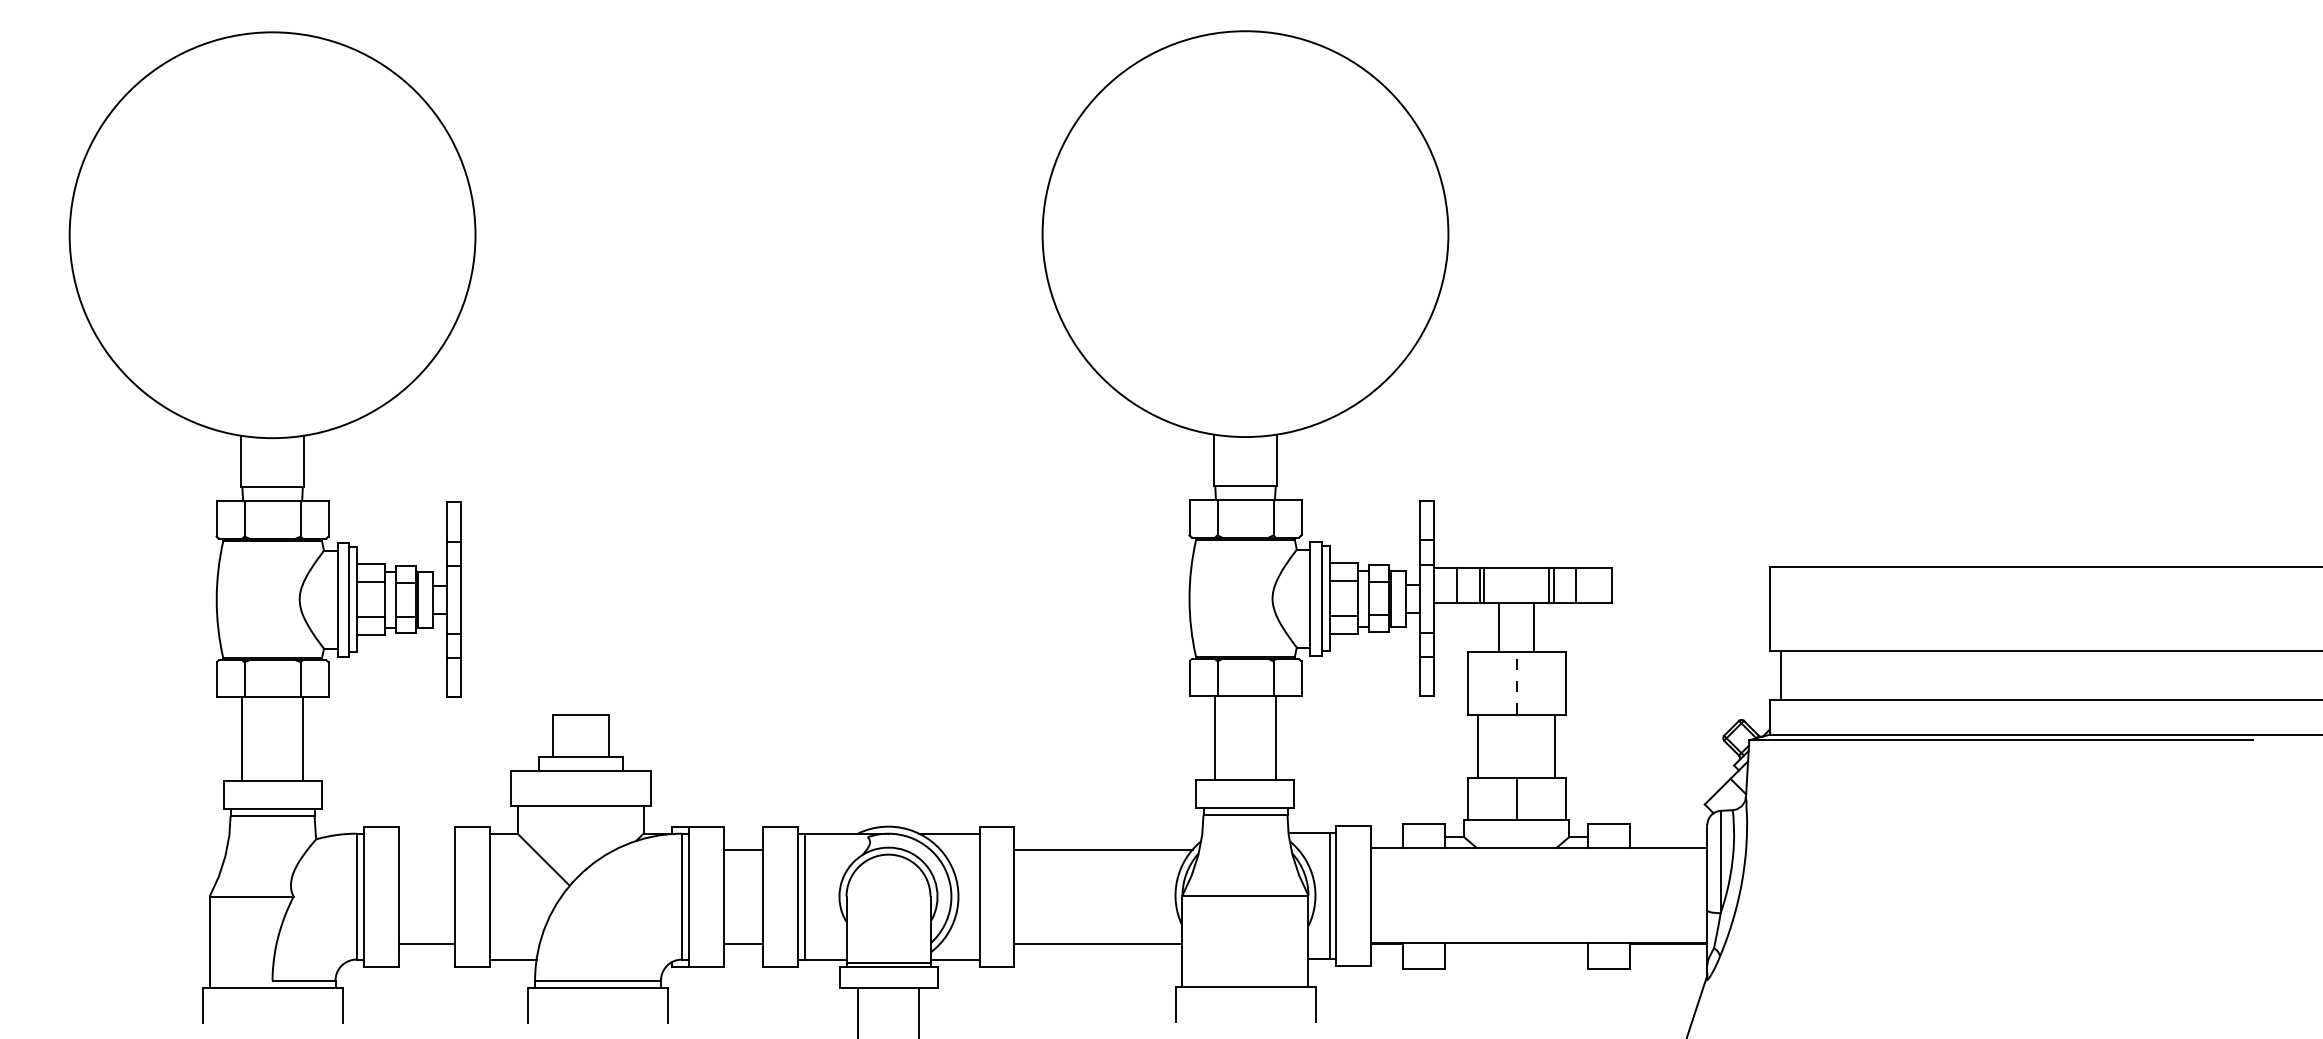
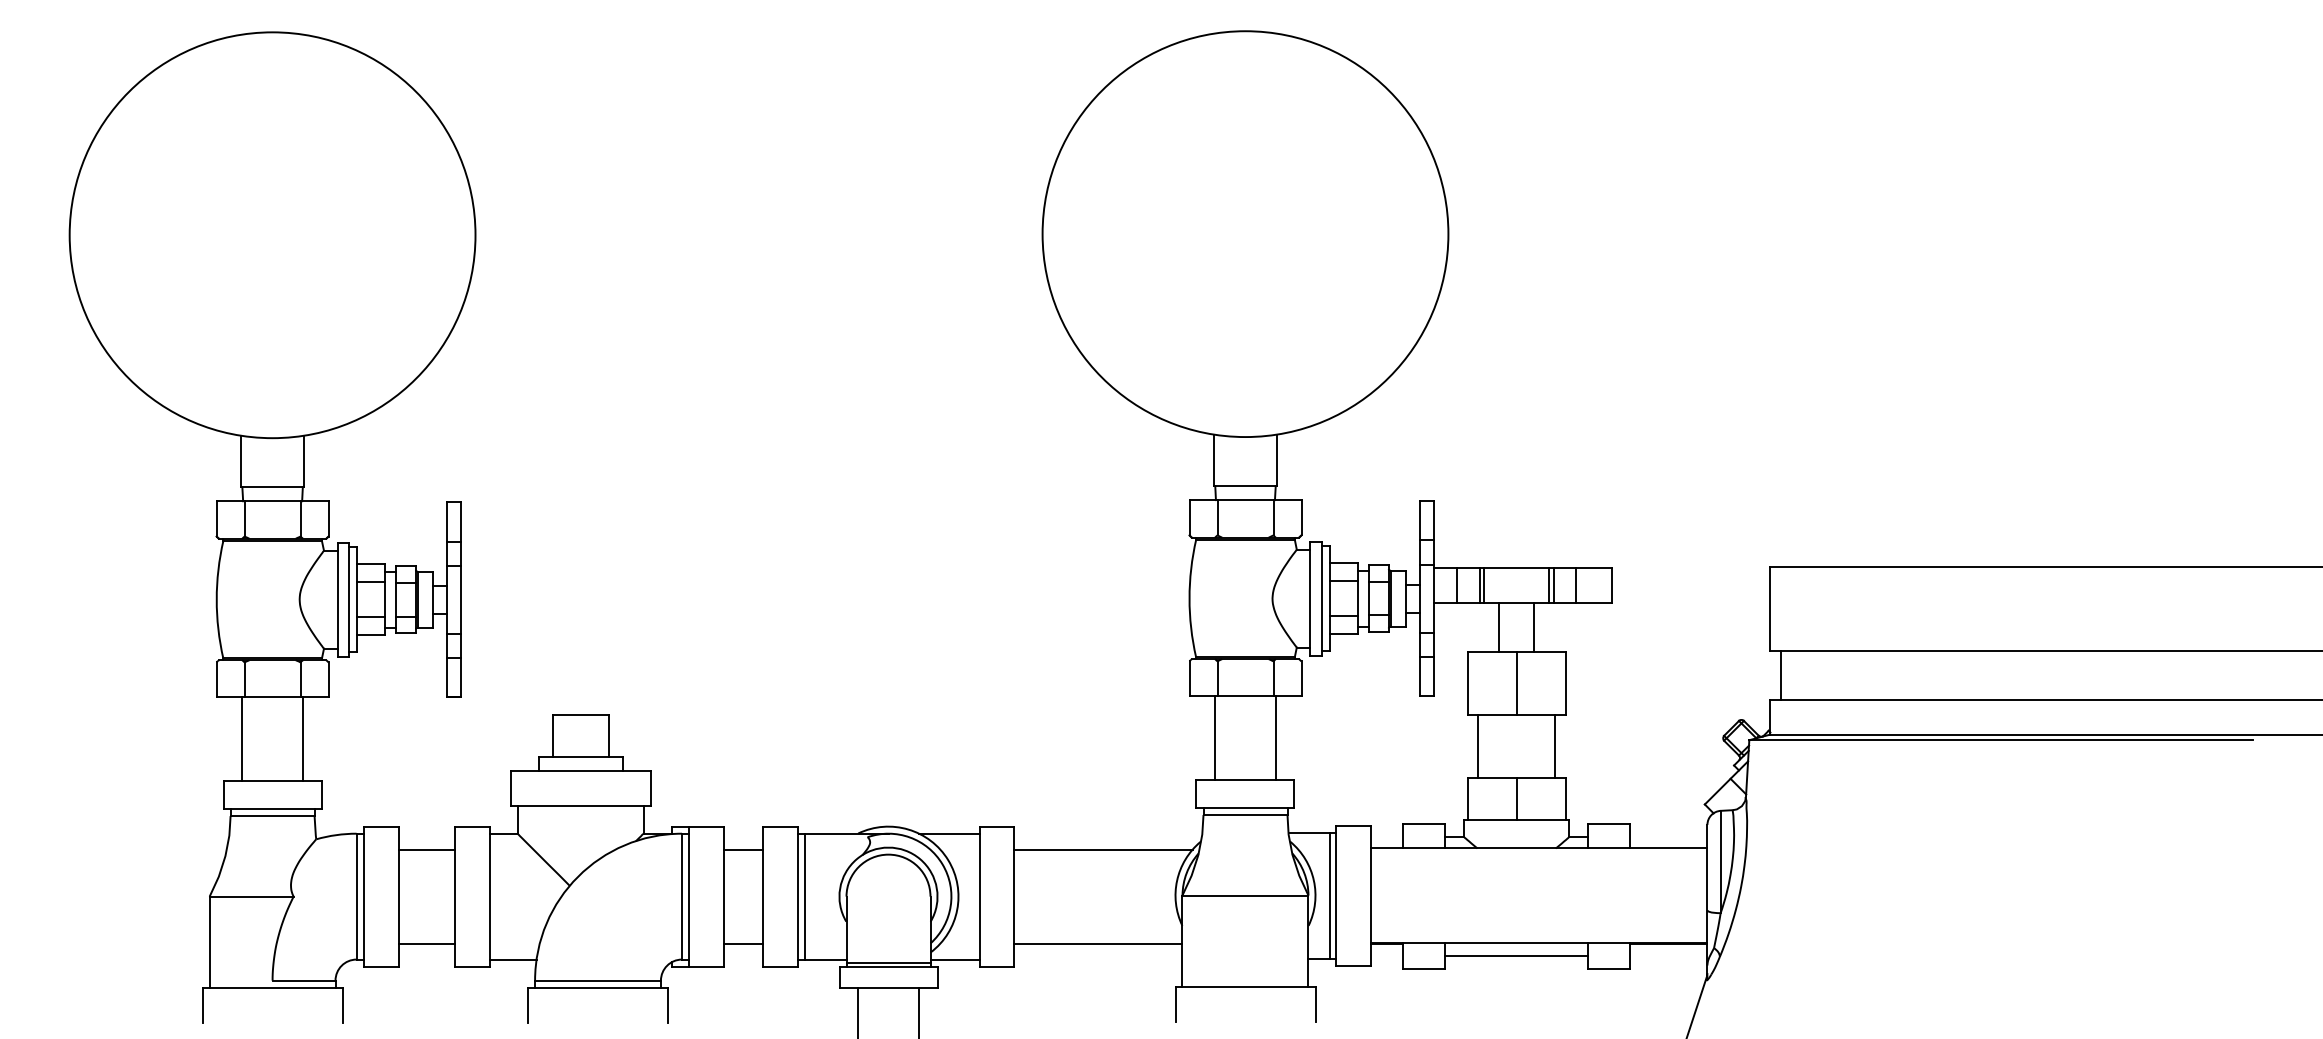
line at (1516, 683): dashed -> solid
line at (426, 849): none -> present
line at (1516, 956): none -> present
